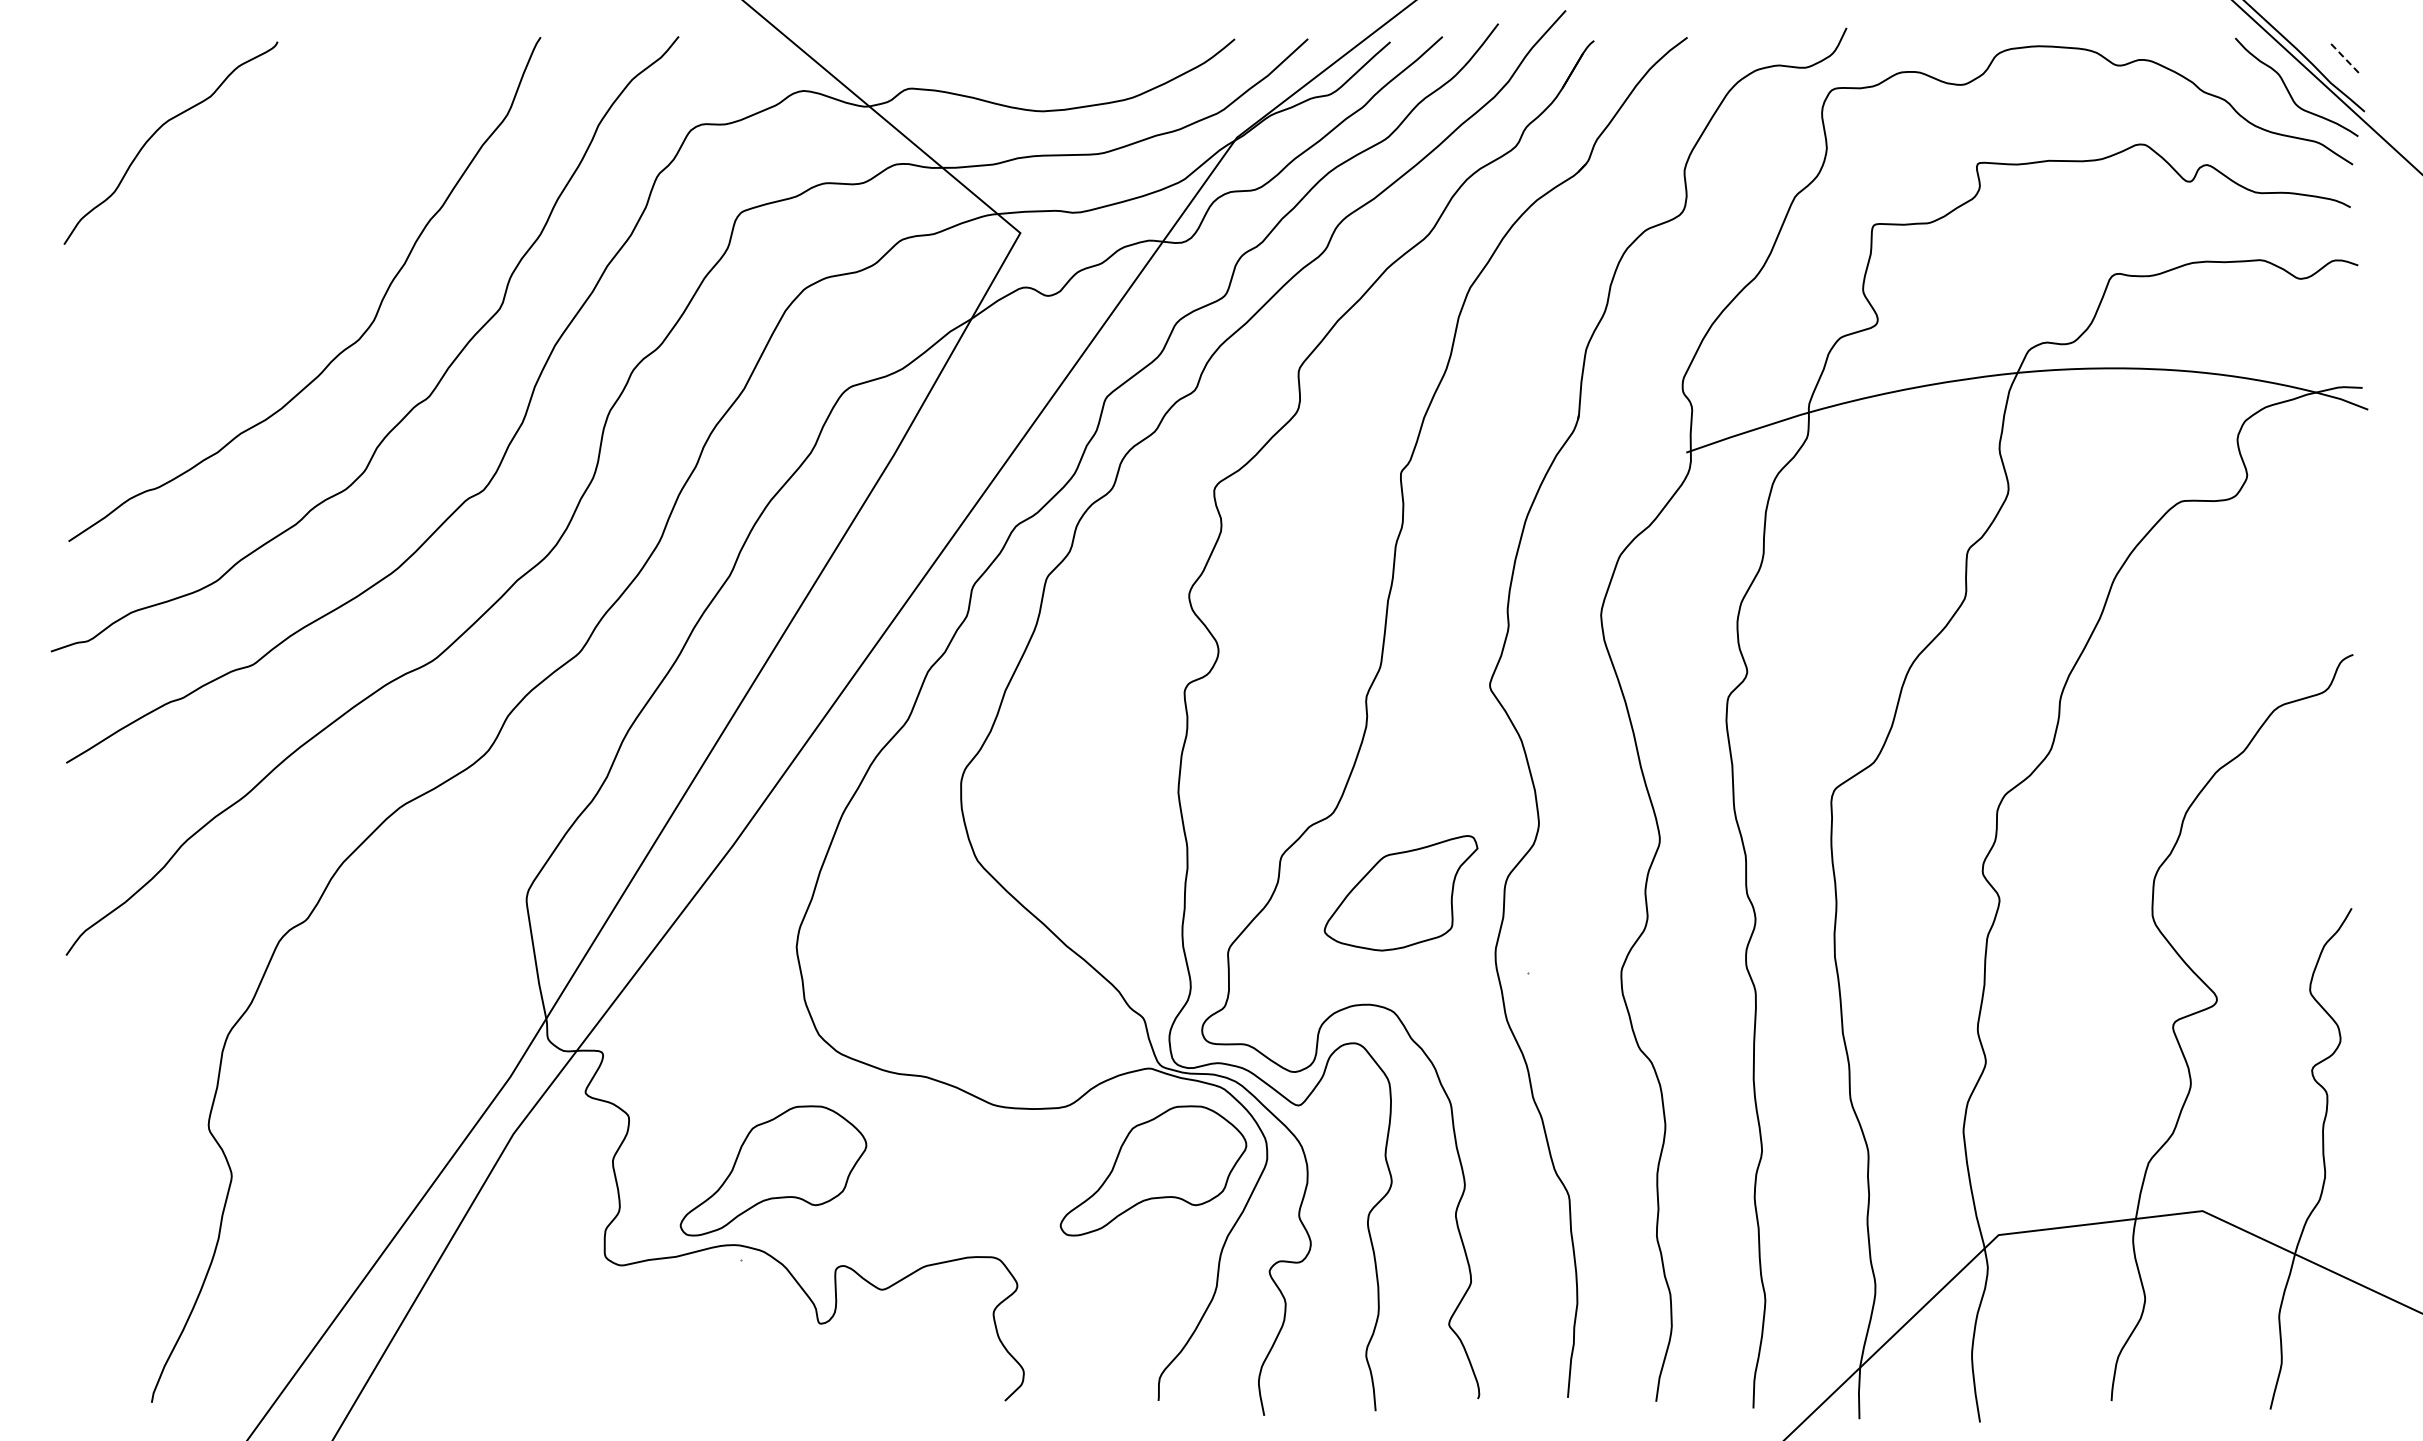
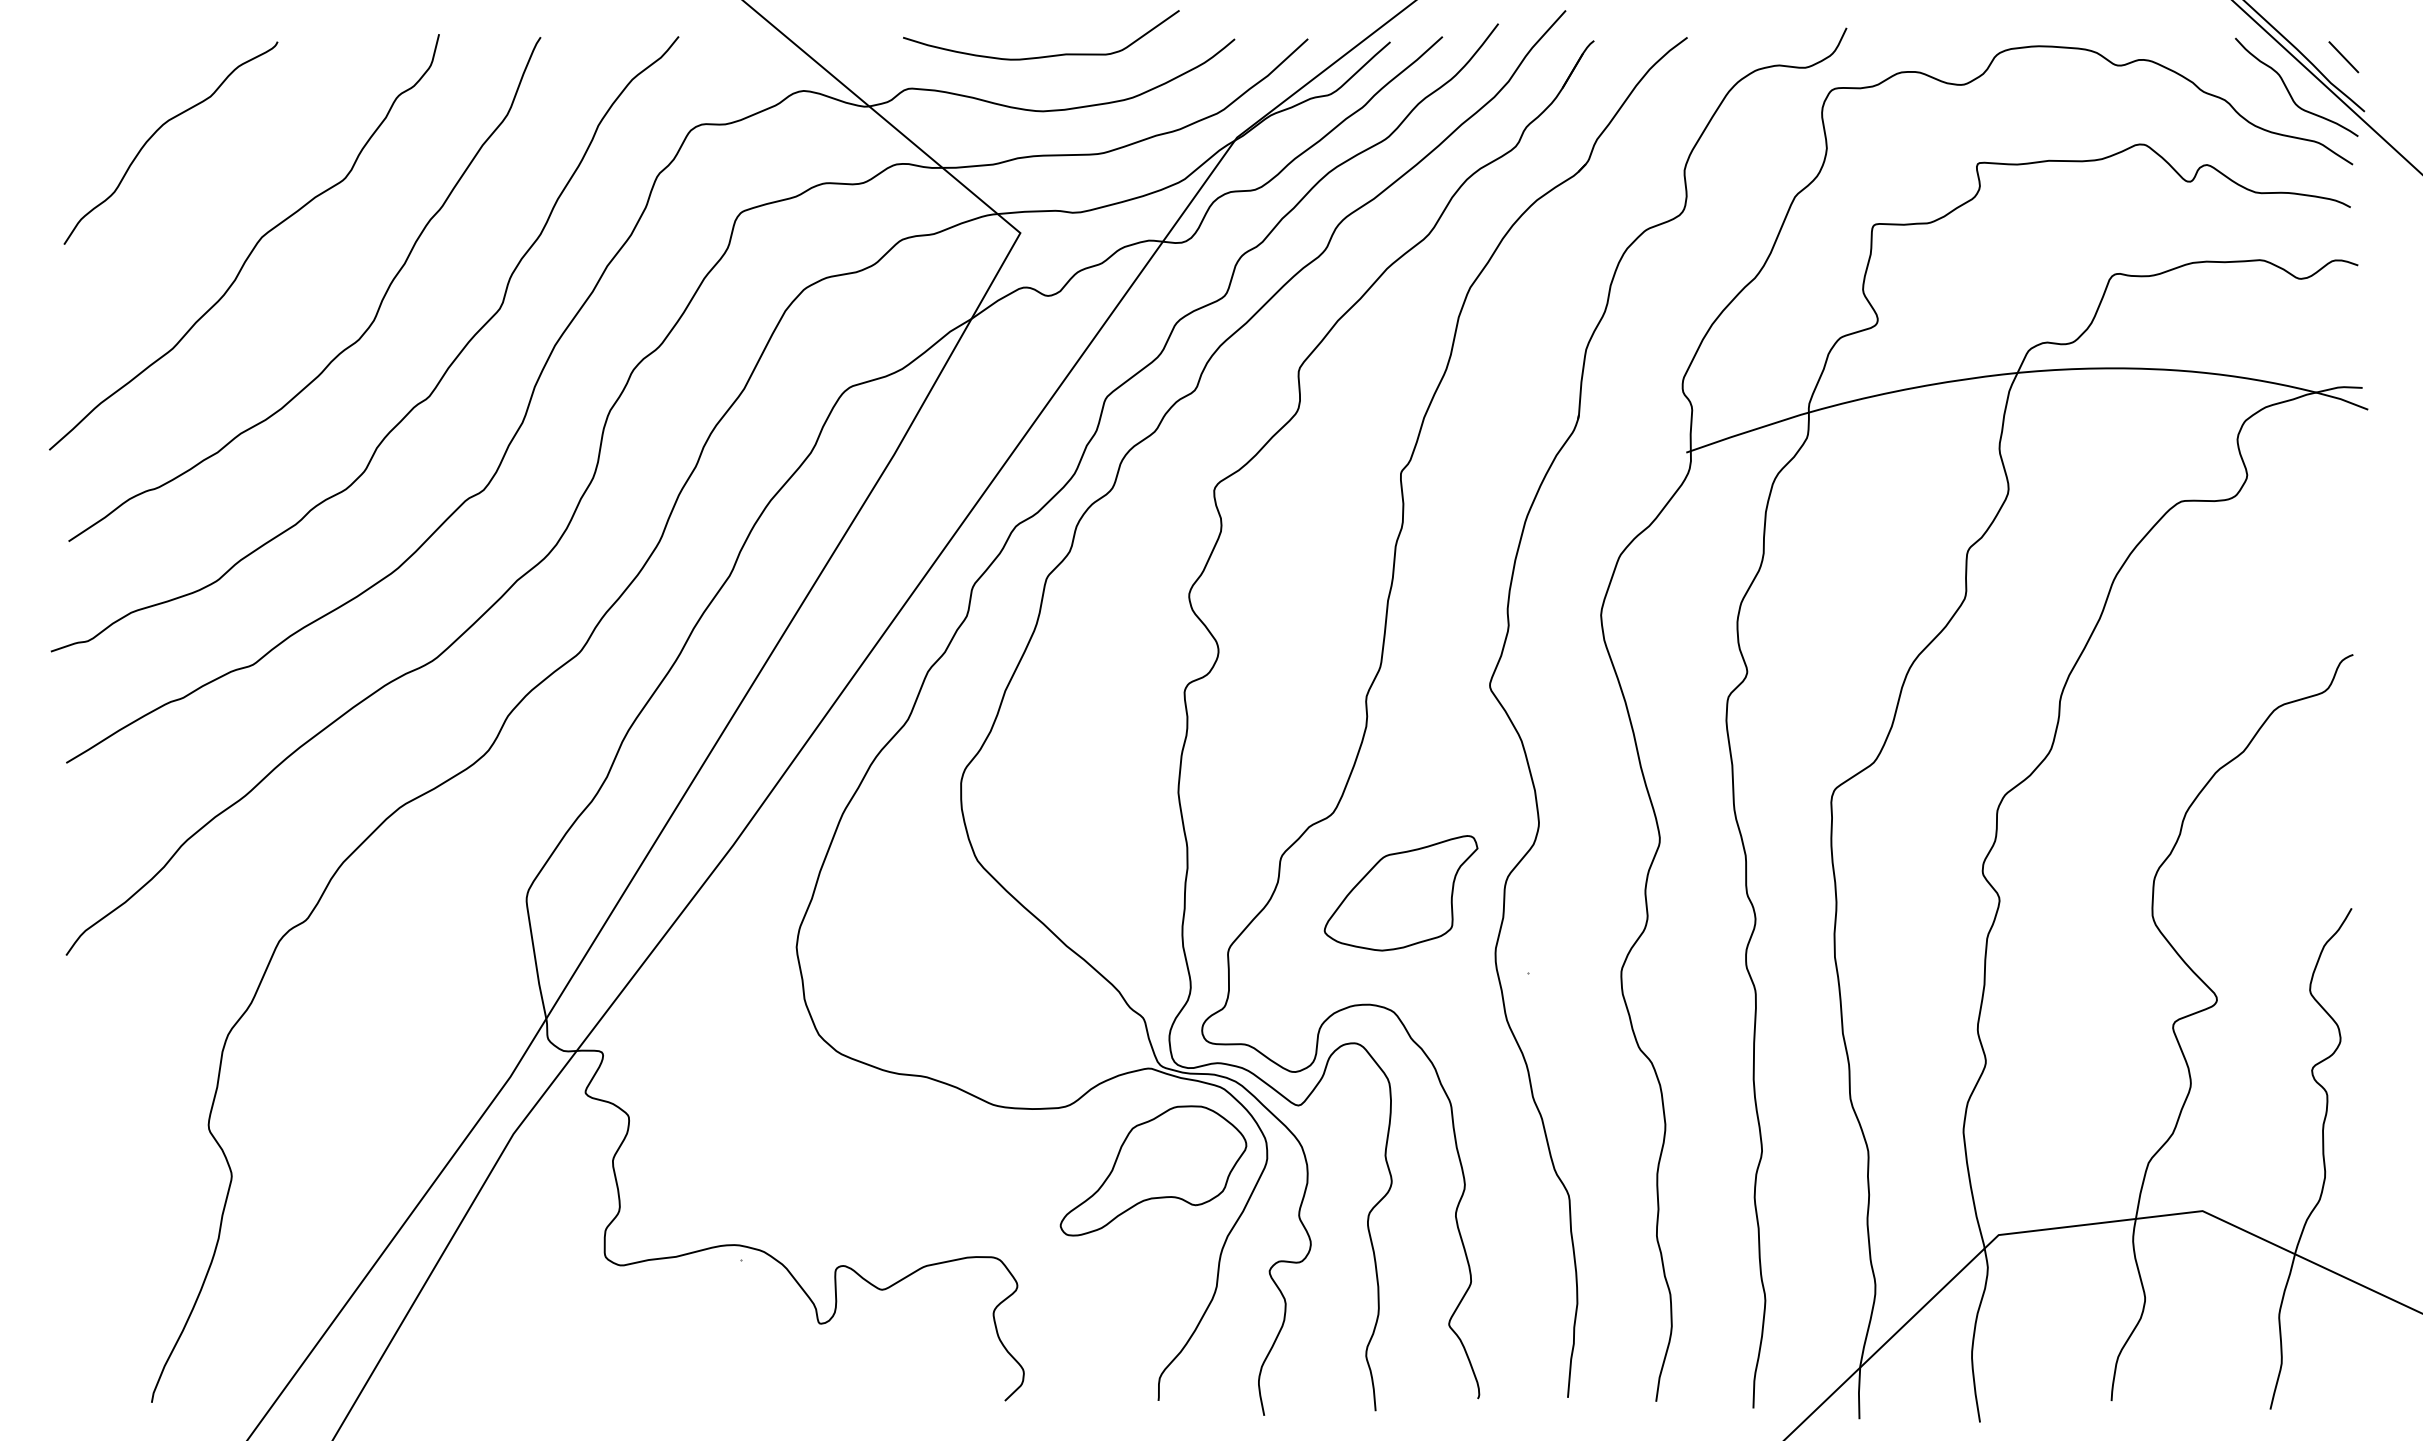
curve at (1046, 55): none -> present
line at (2343, 57): dashed -> solid
curve at (252, 248): none -> present
part at (773, 1170): present -> none
